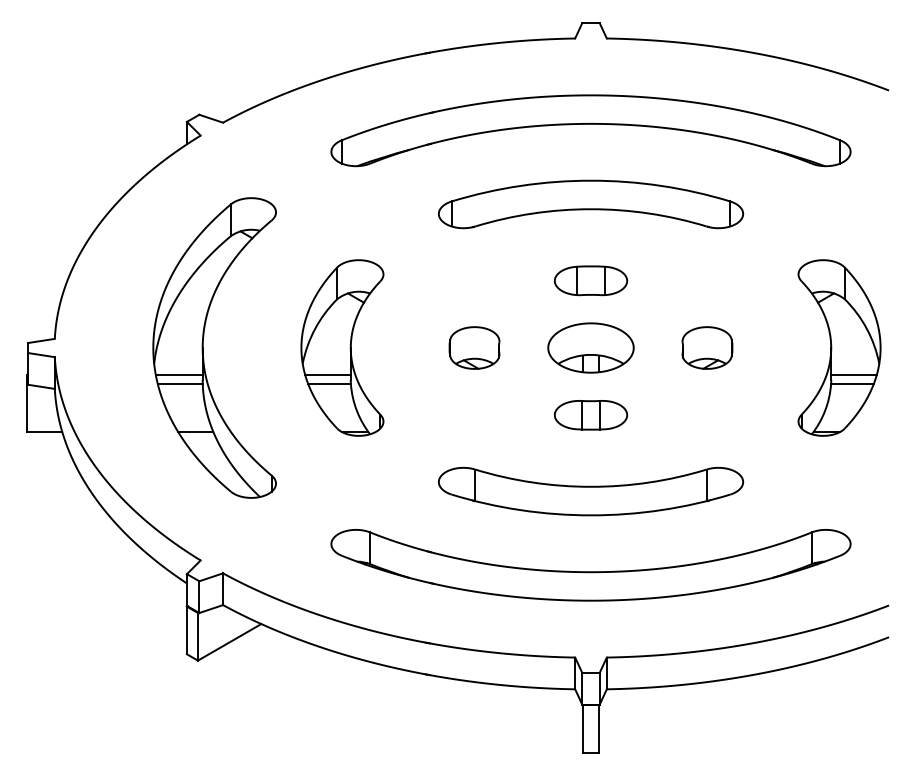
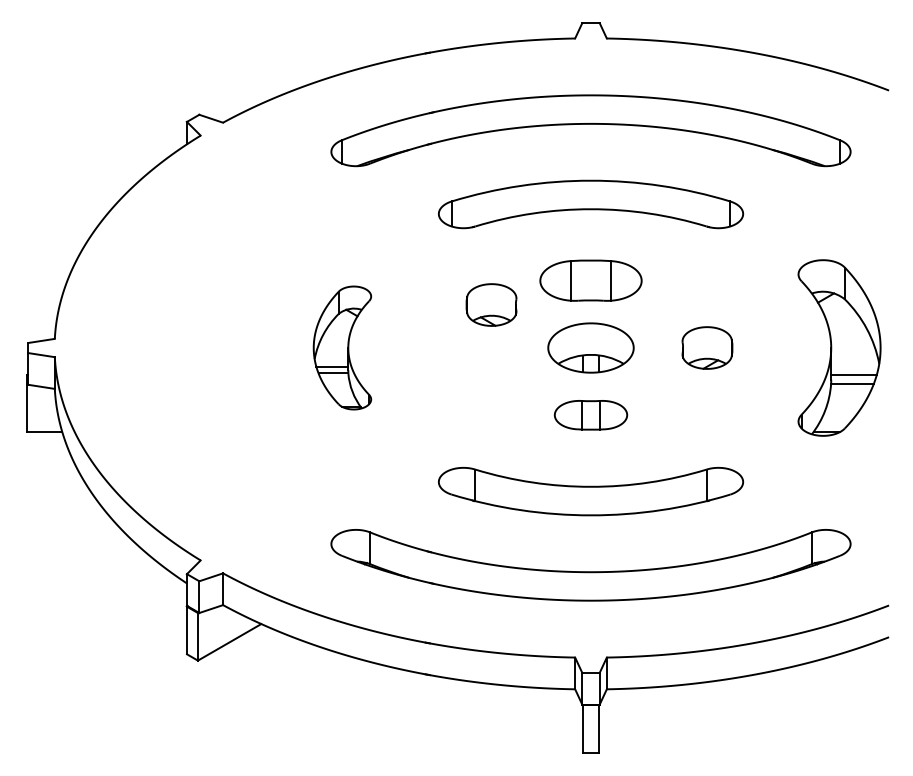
part at (590, 280) size: 76x32 px -> 104x43 px
part at (203, 347): present -> none
part at (342, 347) size: 85x178 px -> 61x126 px
part at (474, 347) position: (474, 347) -> (491, 304)
